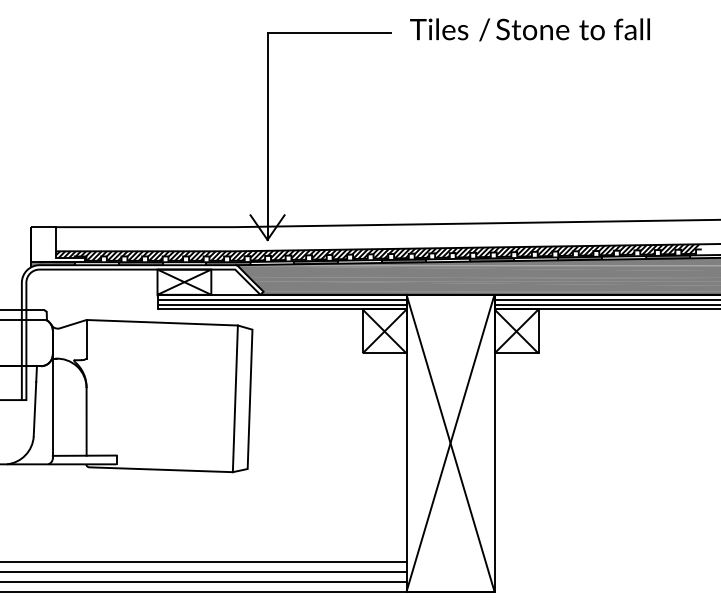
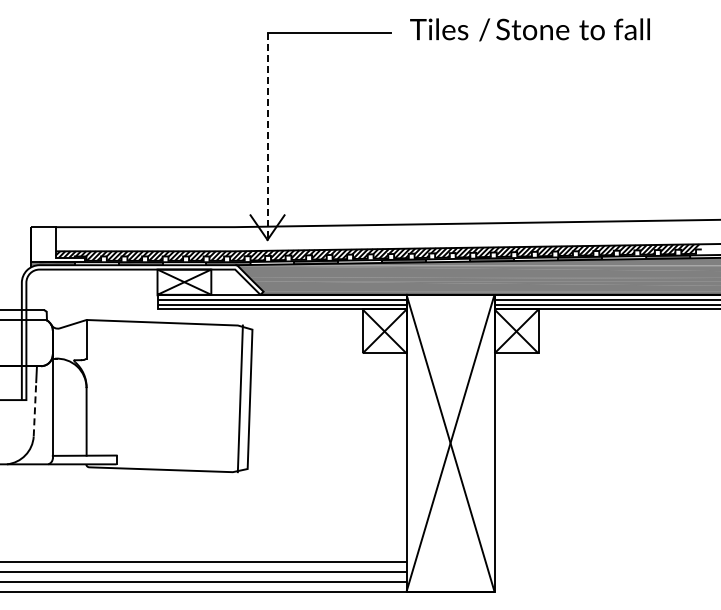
line at (267, 137): solid -> dashed
line at (234, 398) position: (234, 398) -> (239, 398)
line at (35, 408): solid -> dashed
